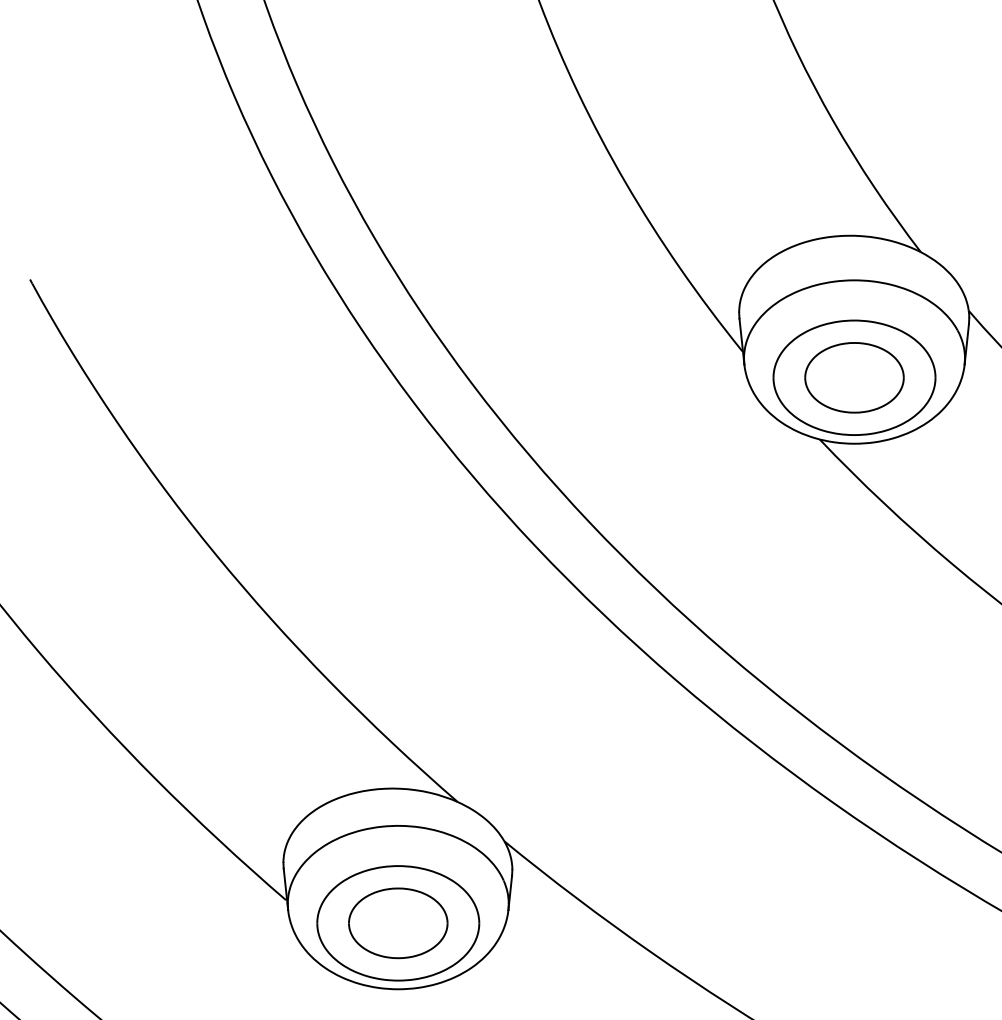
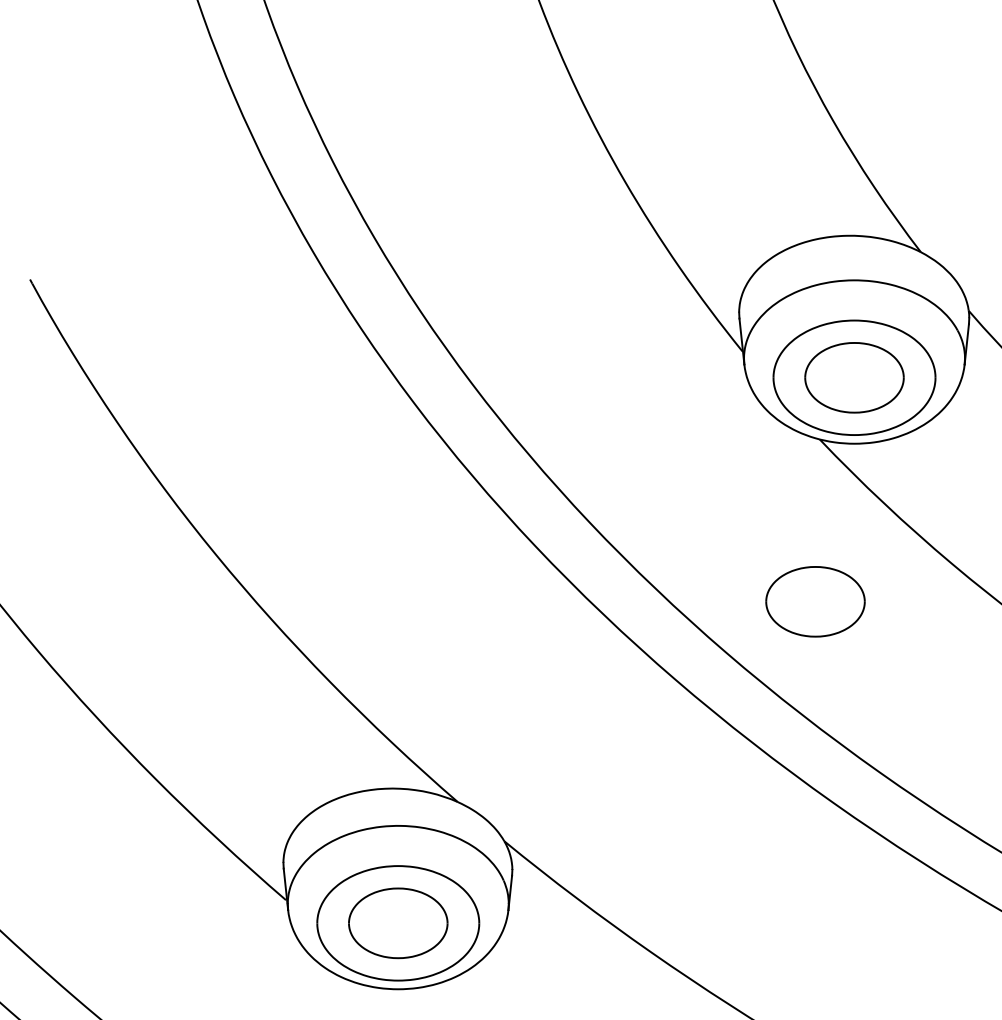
part at (815, 601): none -> present
